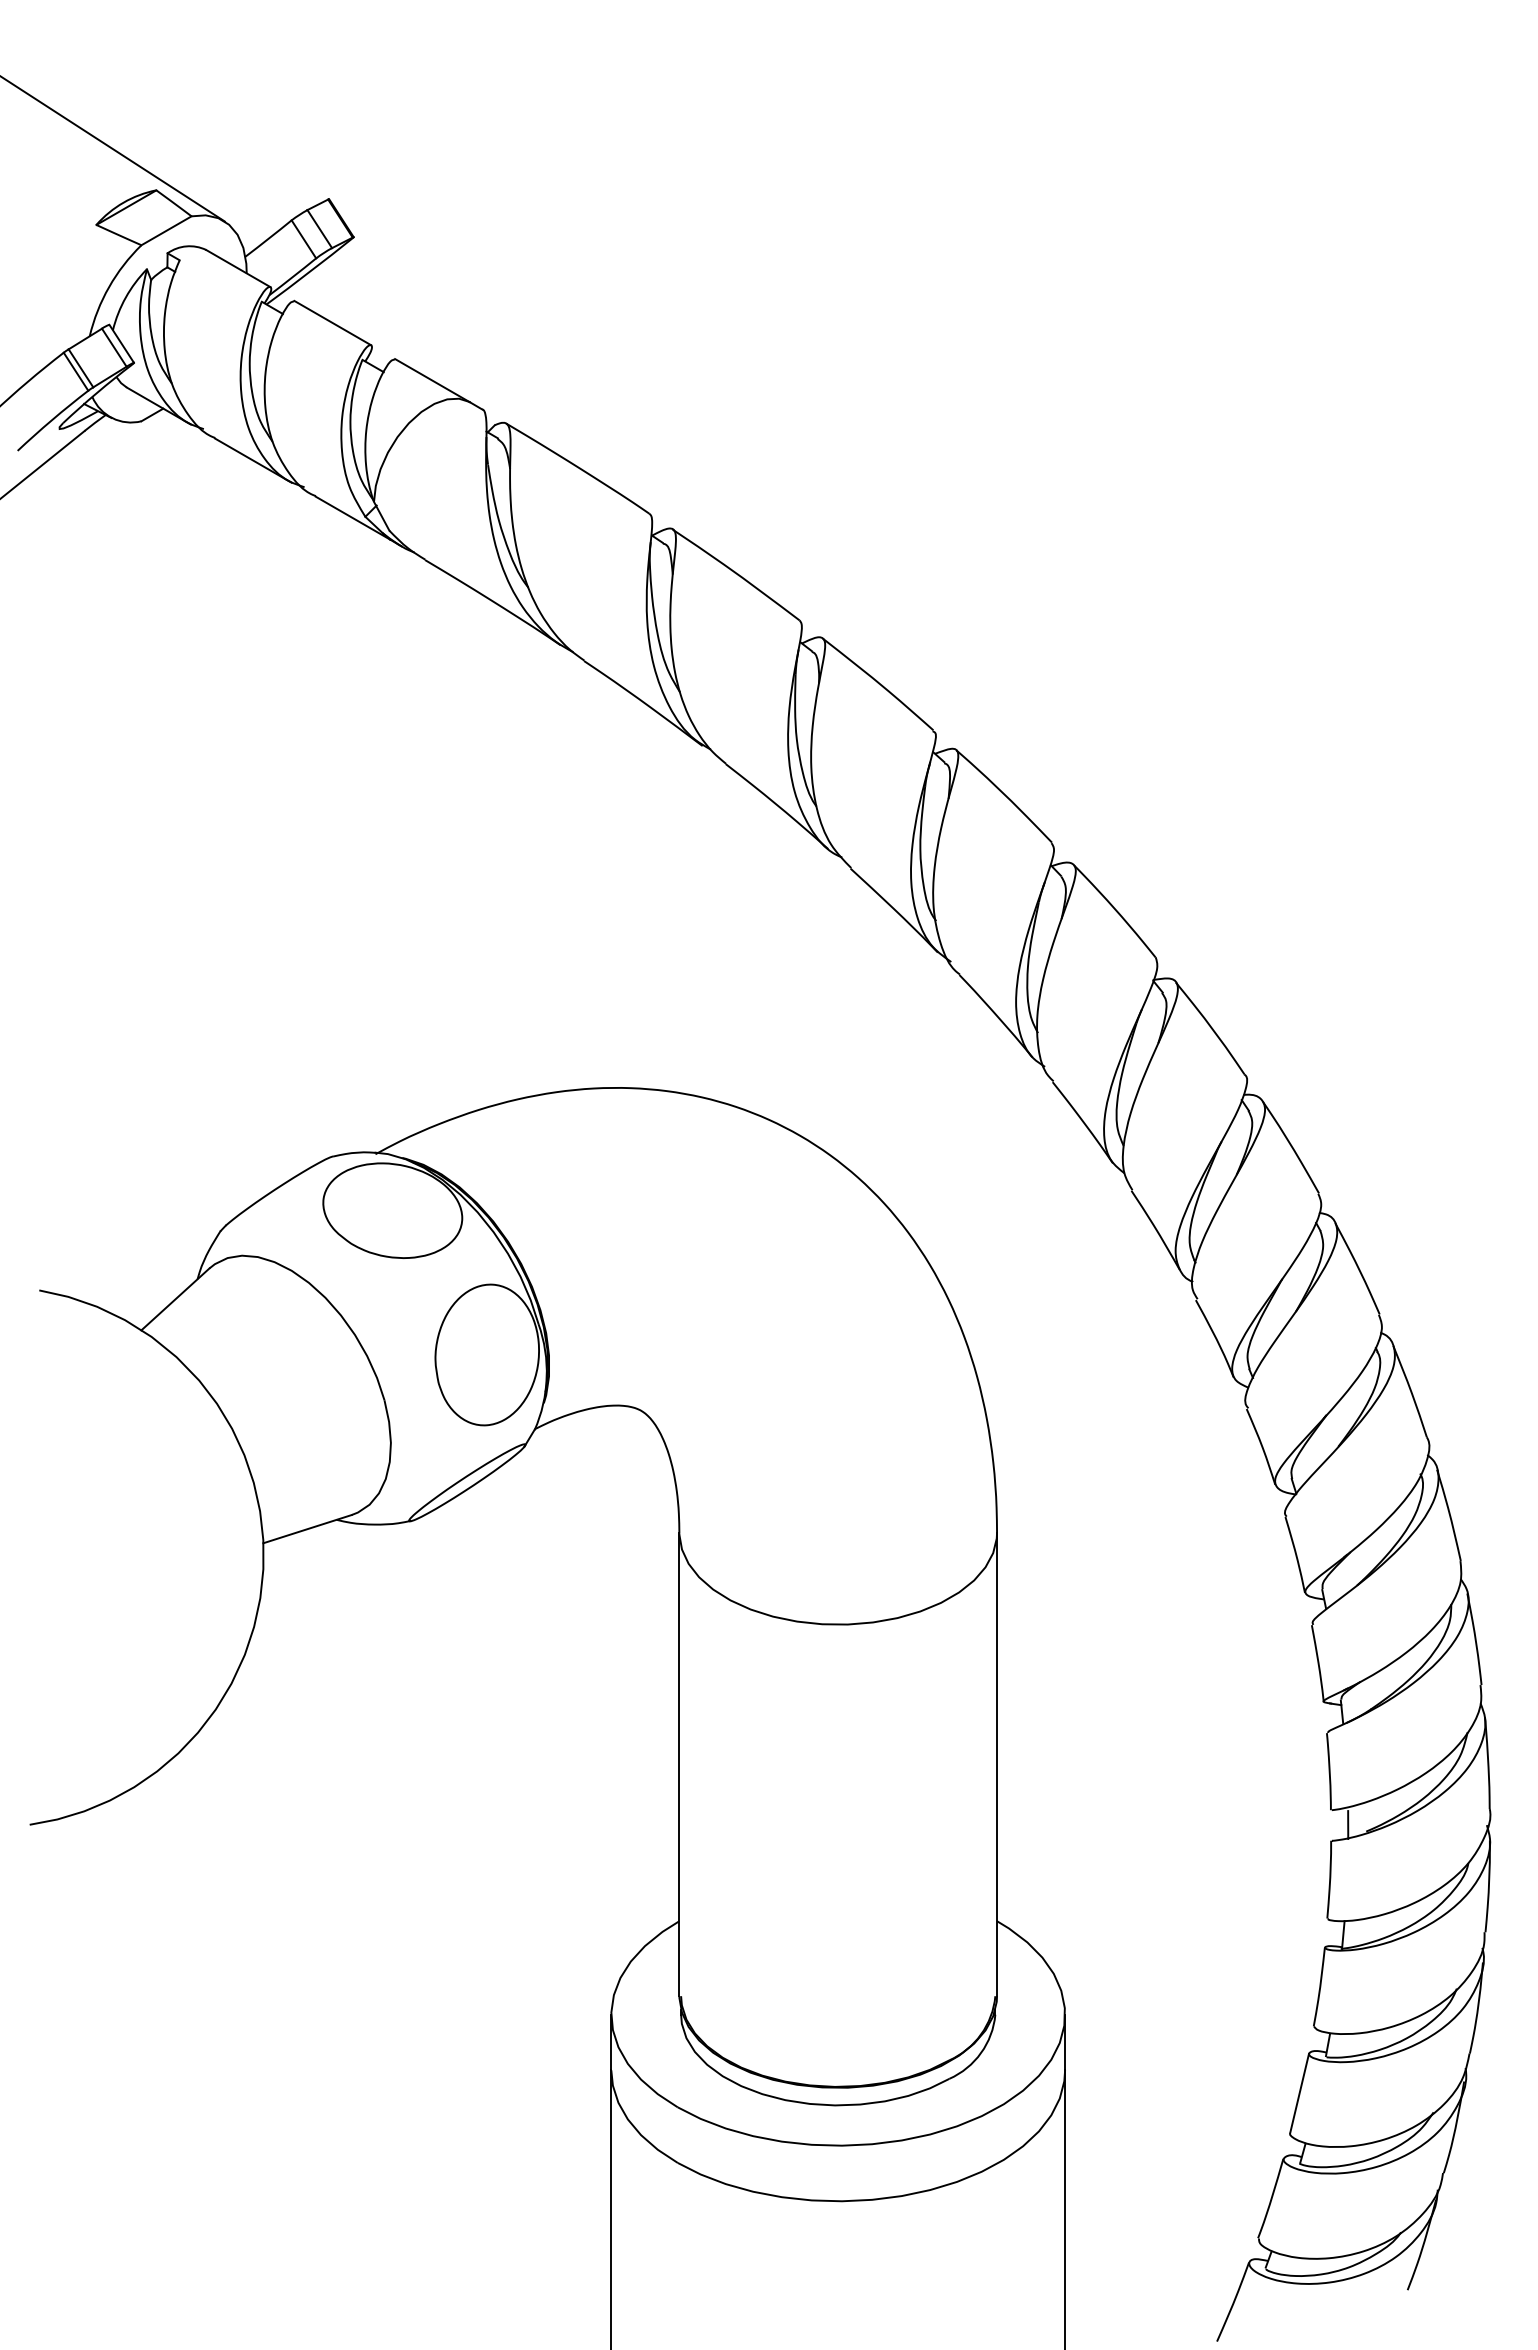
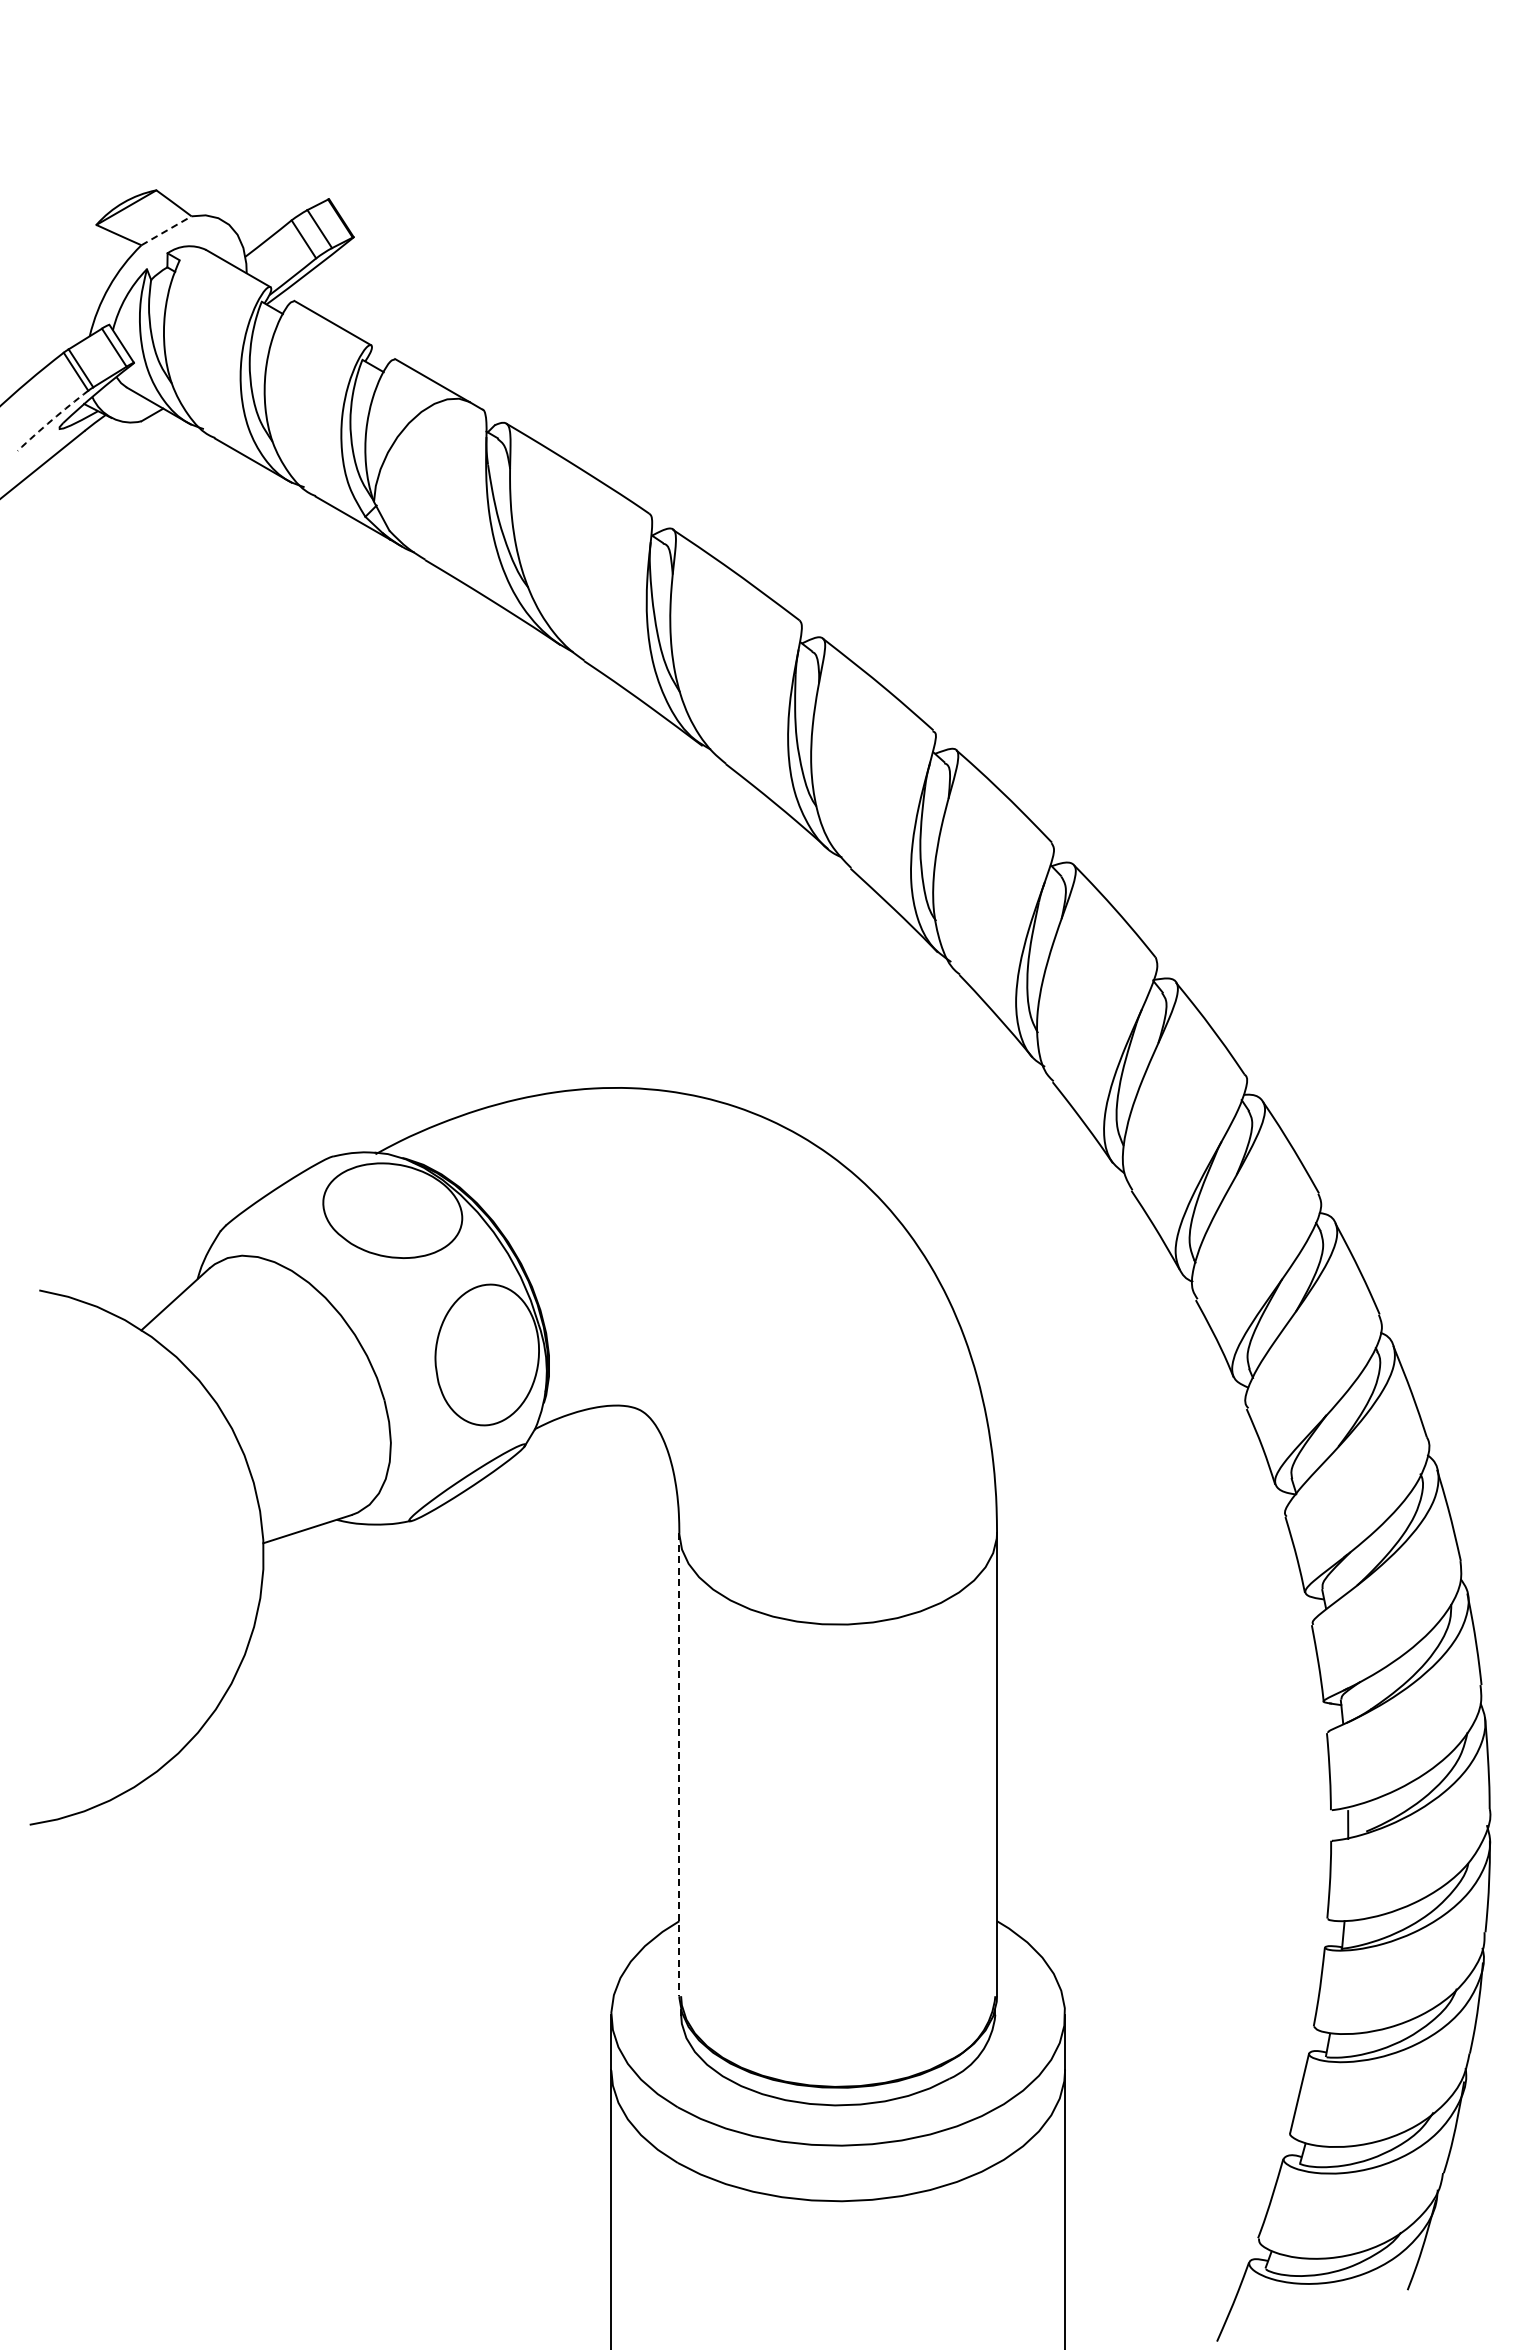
line at (113, 149): present -> none
line at (166, 230): solid -> dashed
arc at (52, 419): solid -> dashed
line at (679, 1764): solid -> dashed
